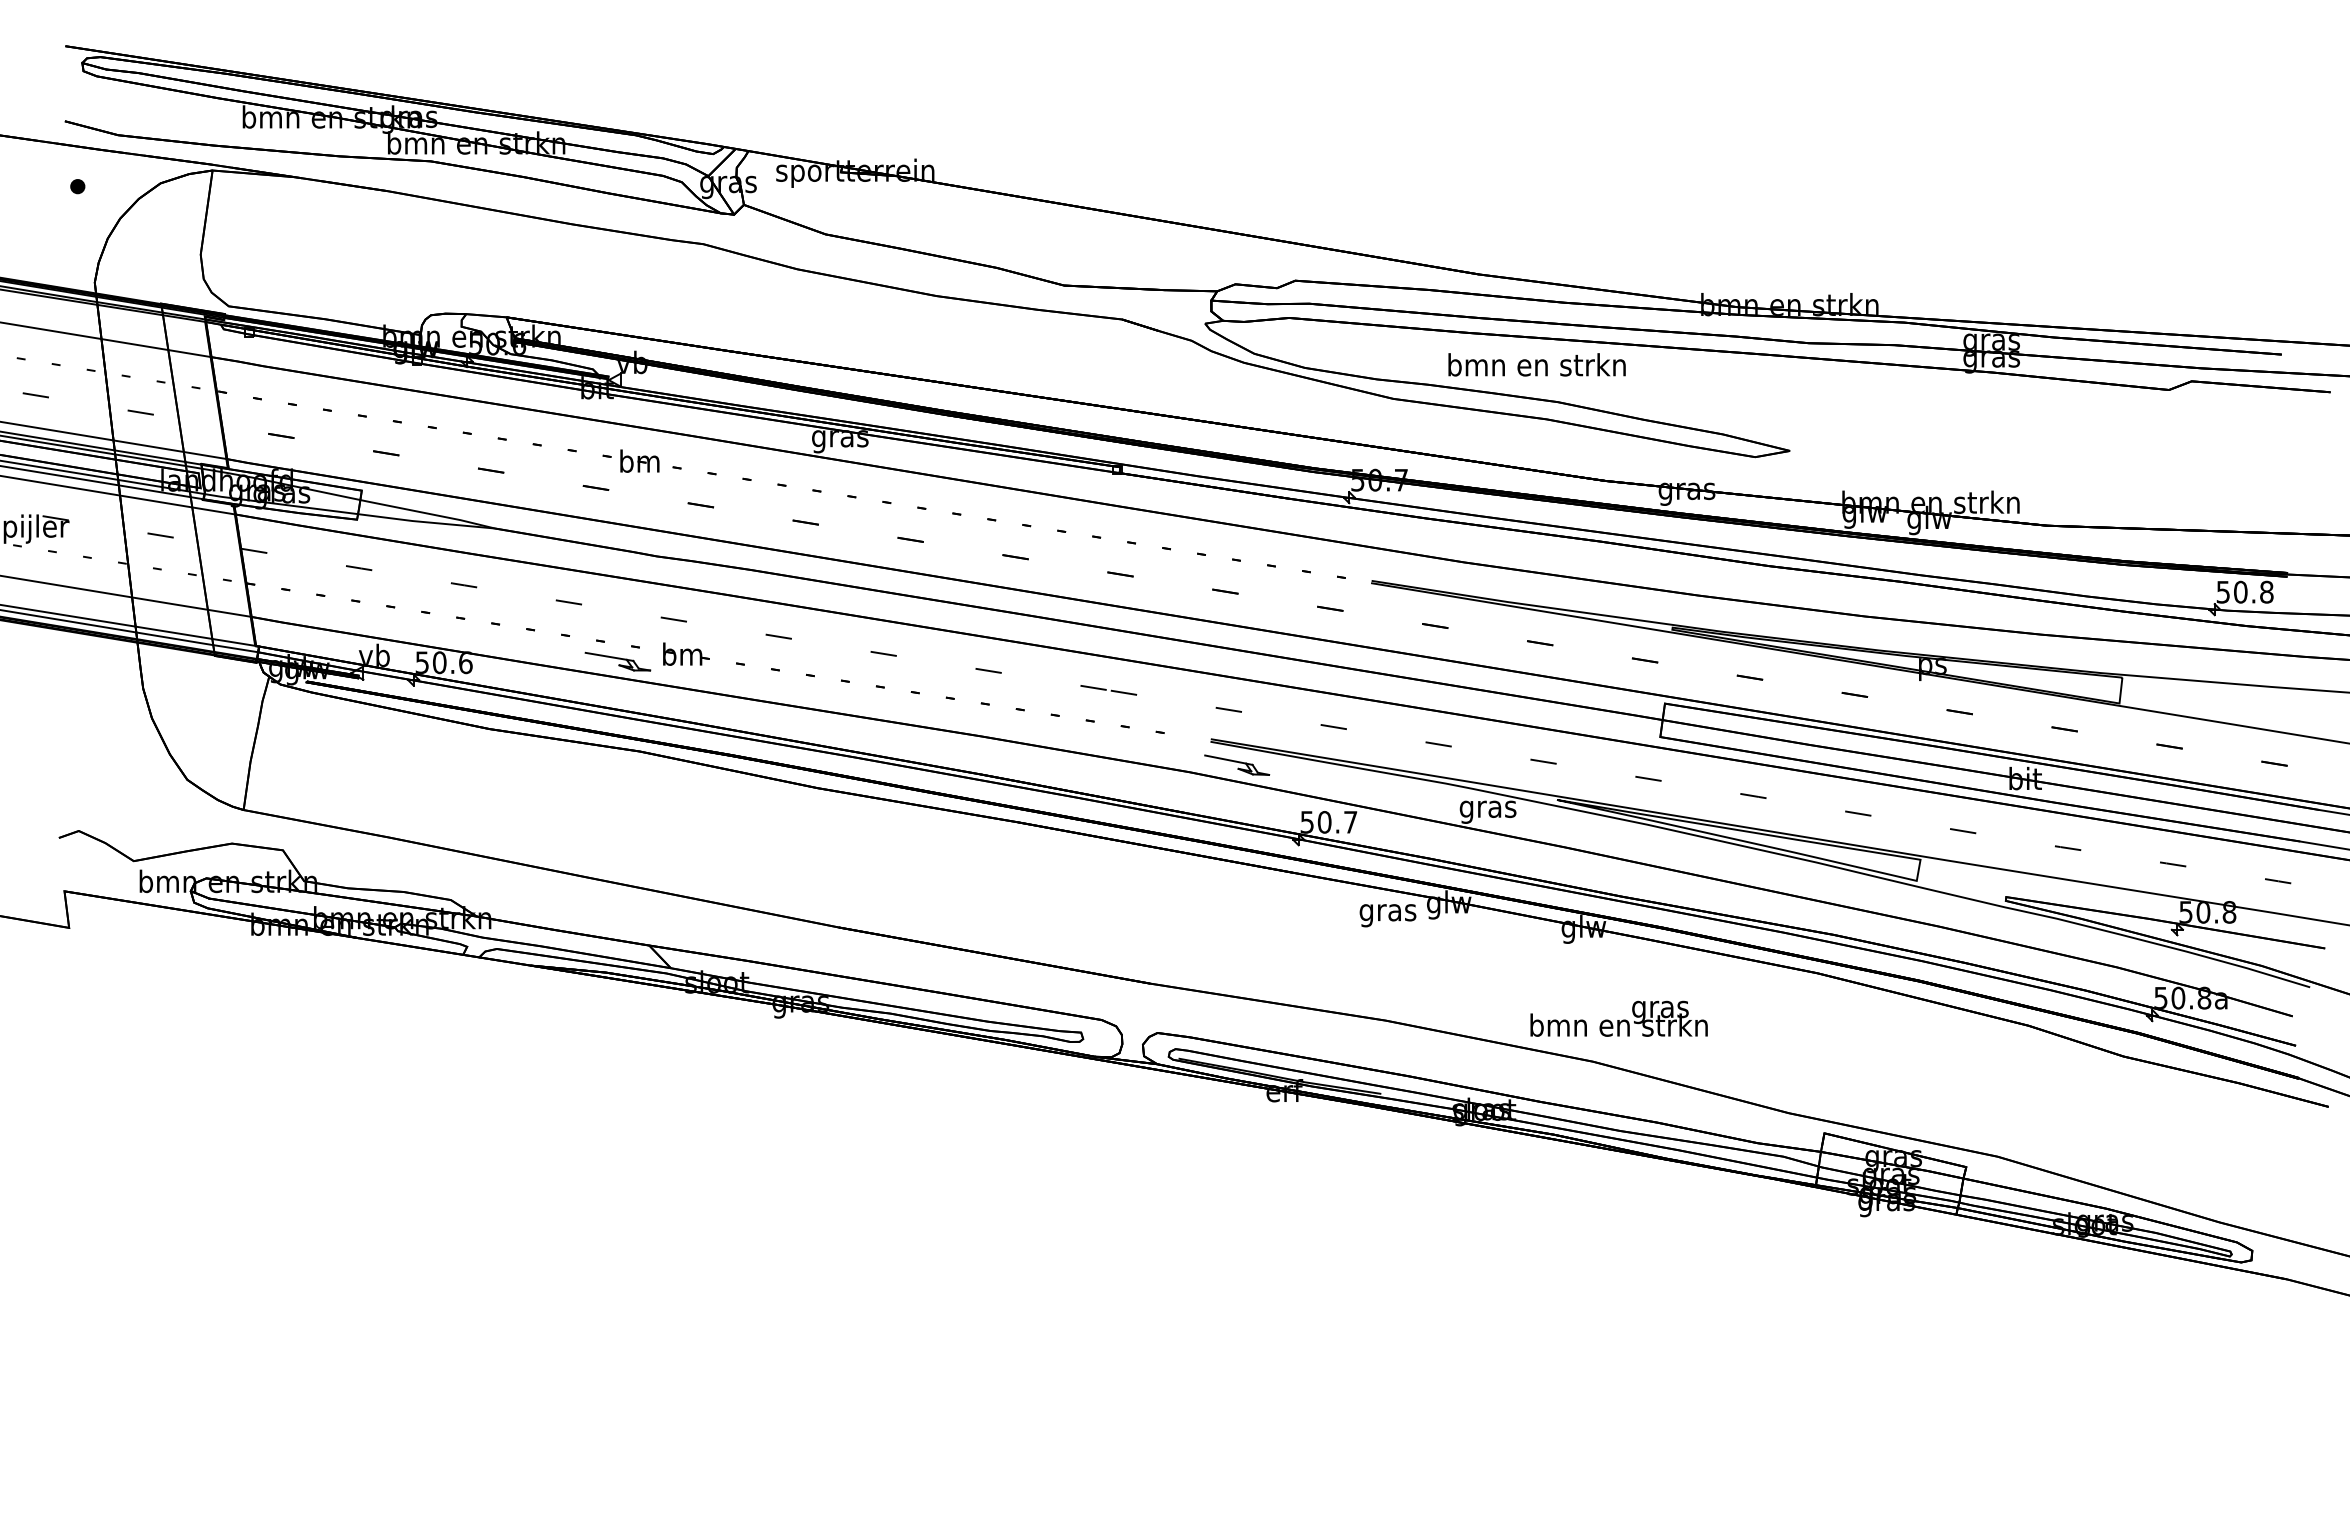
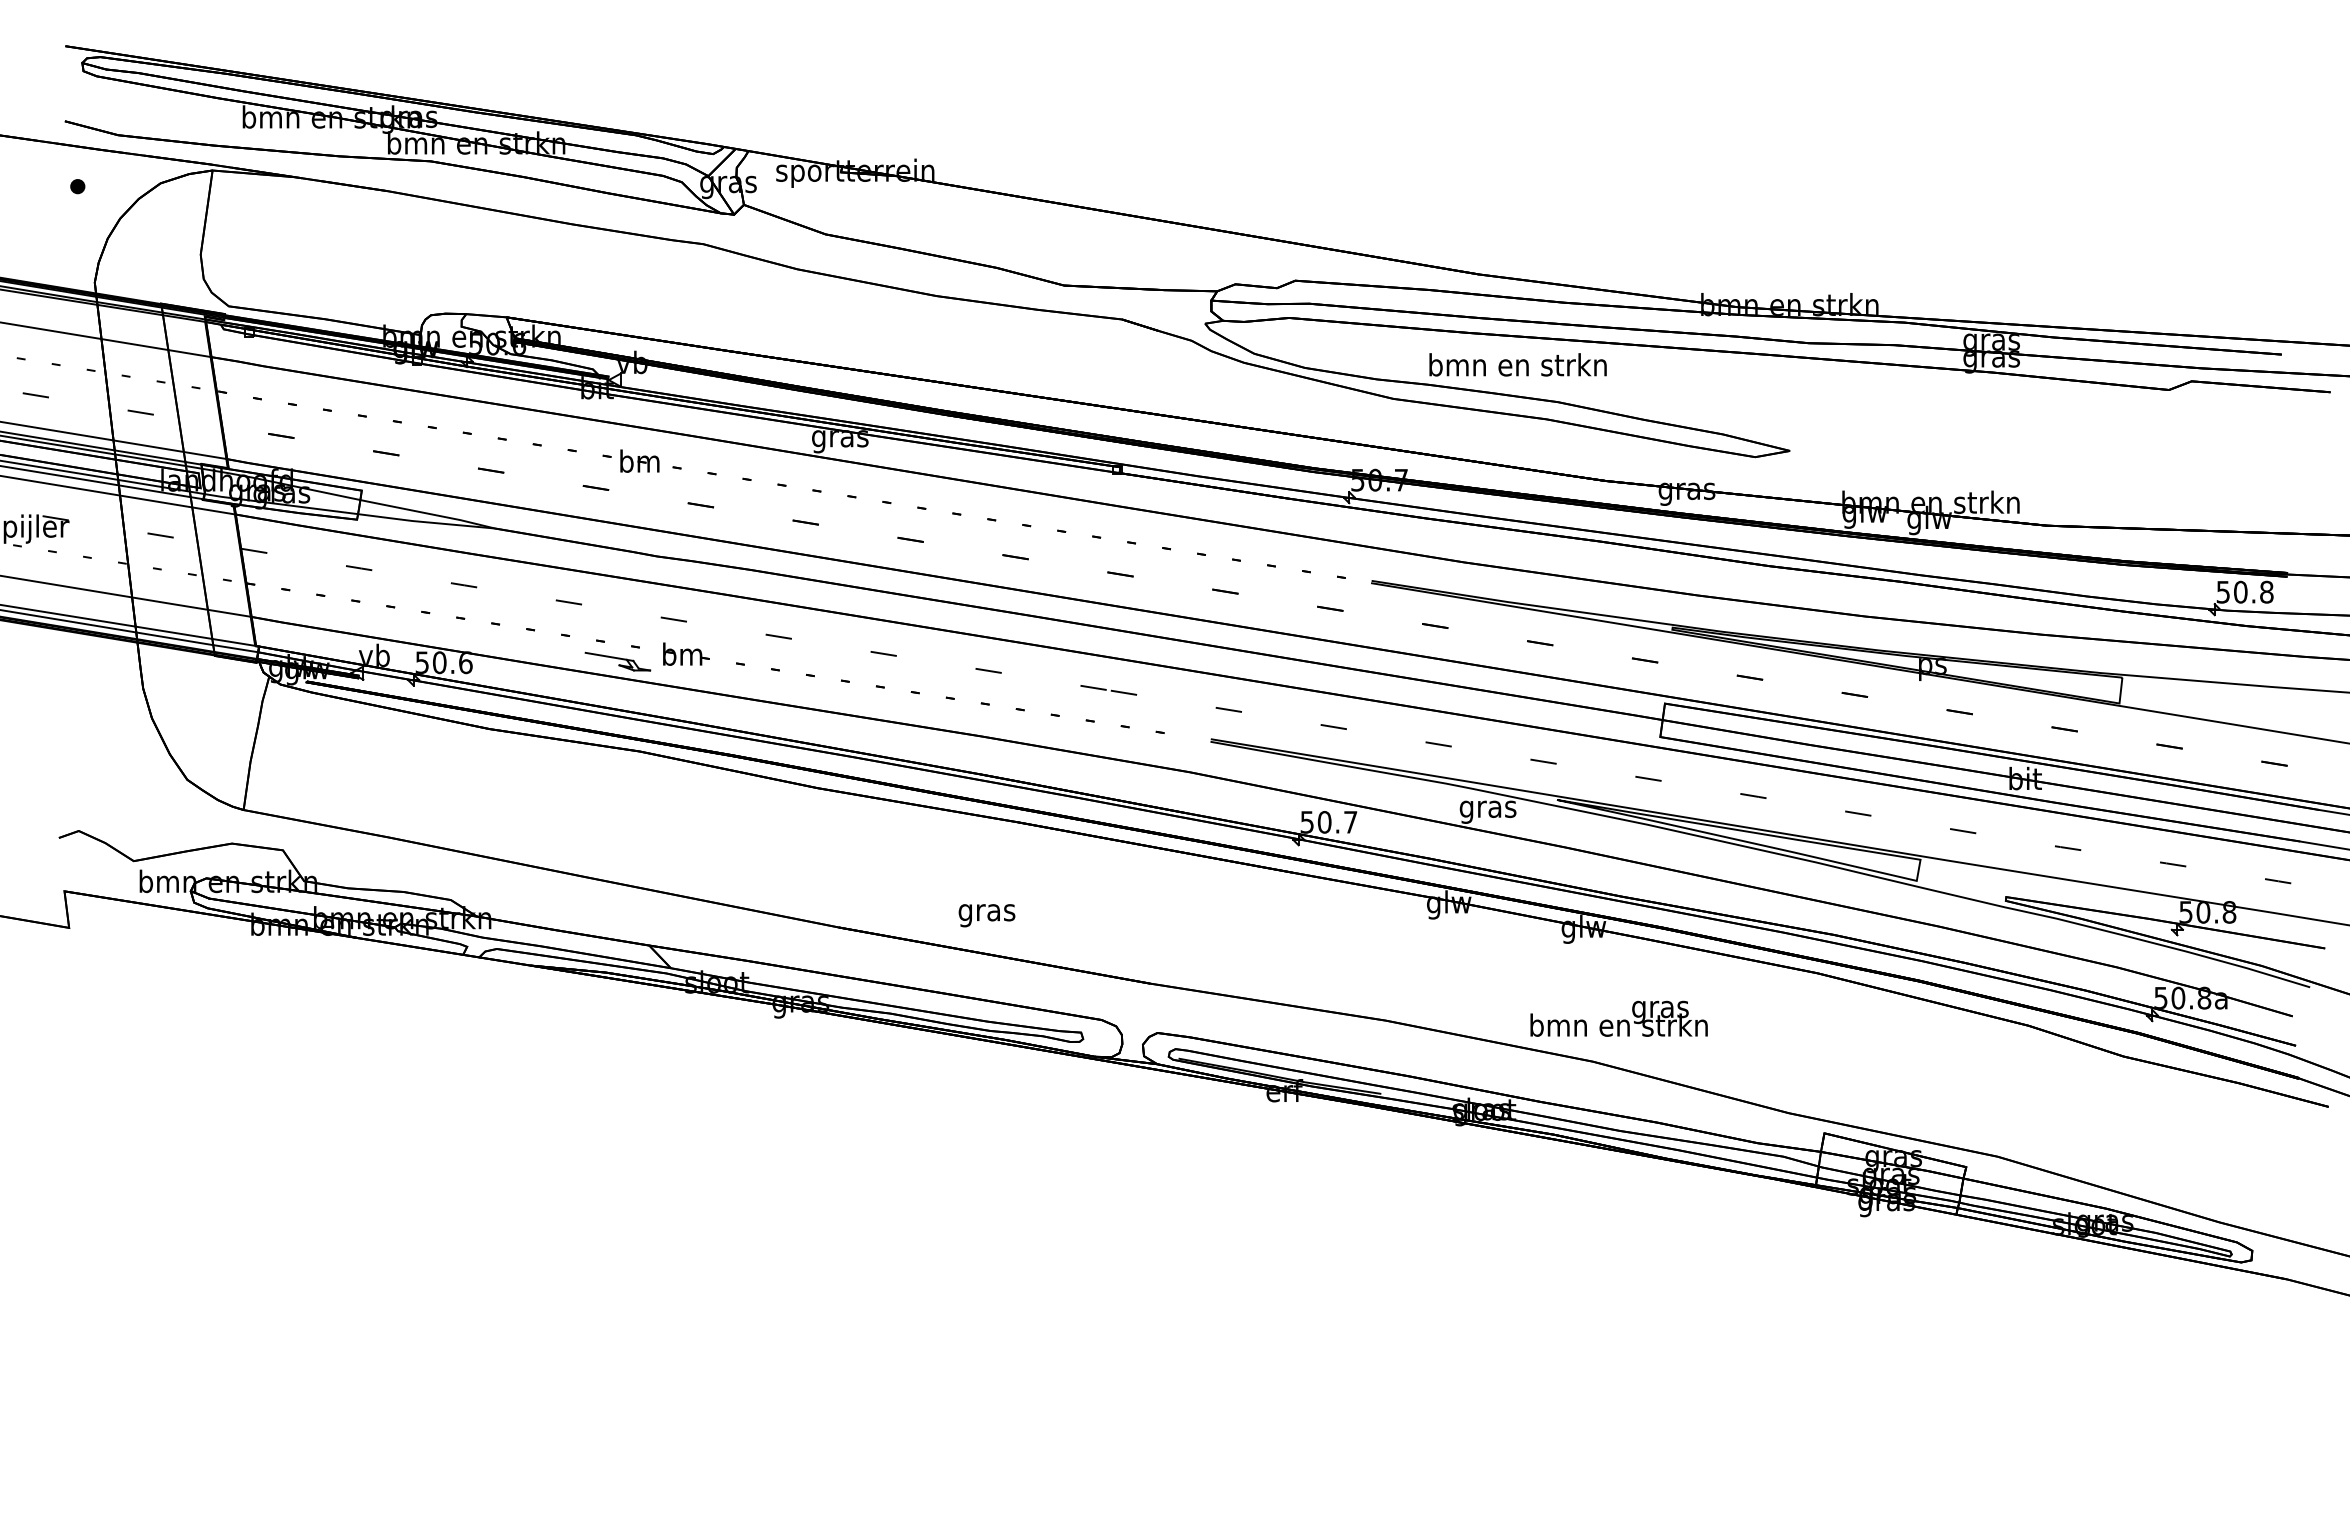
text at (1536, 364) position: (1536, 364) -> (1517, 364)
part at (1237, 764): present -> none
text at (1387, 915) position: (1387, 915) -> (986, 915)
